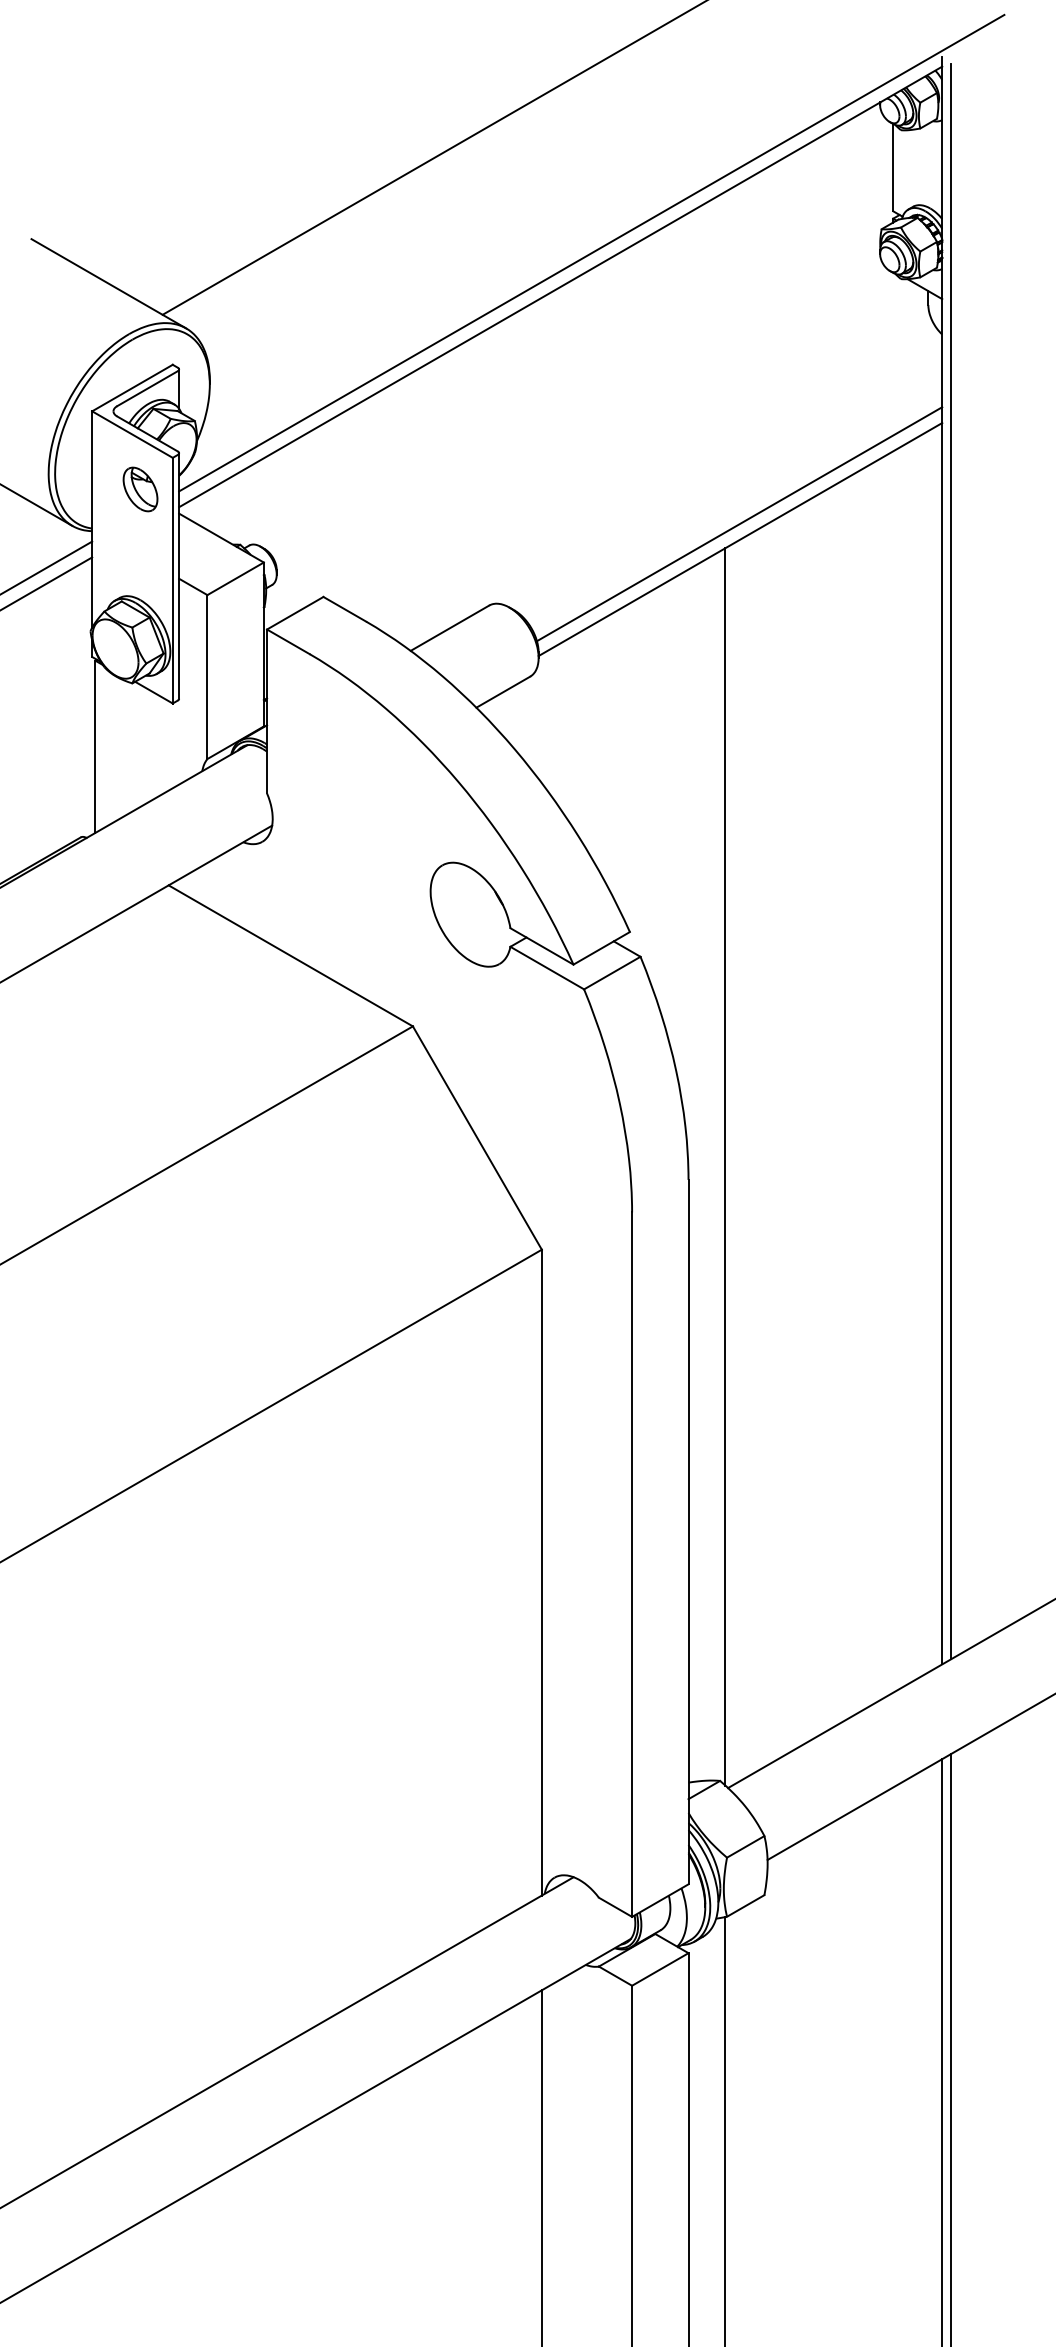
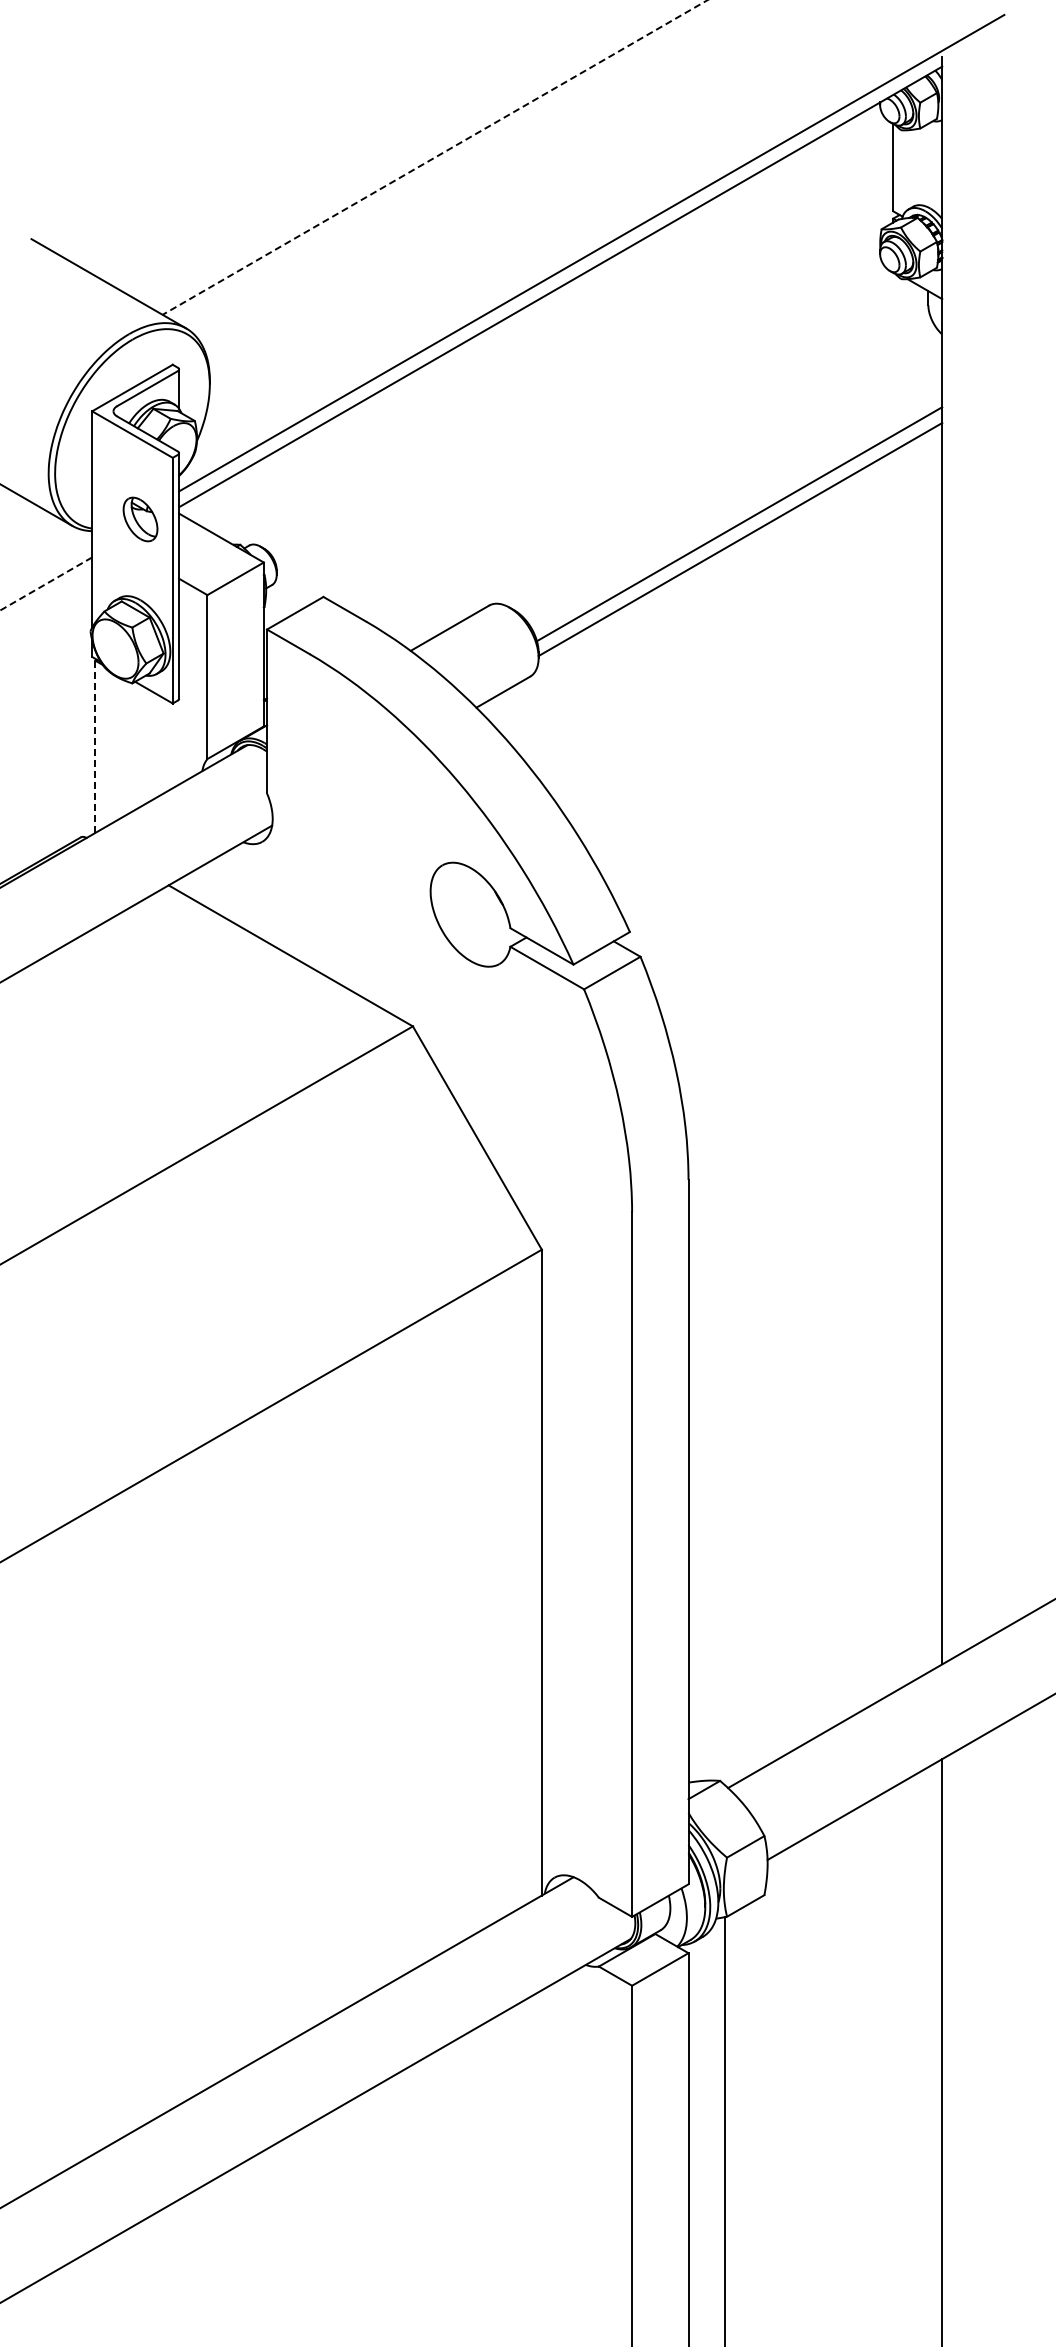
line at (434, 157): solid -> dashed
part at (140, 489) position: (140, 489) -> (140, 519)
line at (47, 567): present -> none
line at (46, 583): solid -> dashed
line at (95, 747): solid -> dashed
line at (951, 861): present -> none
line at (725, 1166): present -> none
line at (951, 2048): present -> none
line at (541, 2166): present -> none
